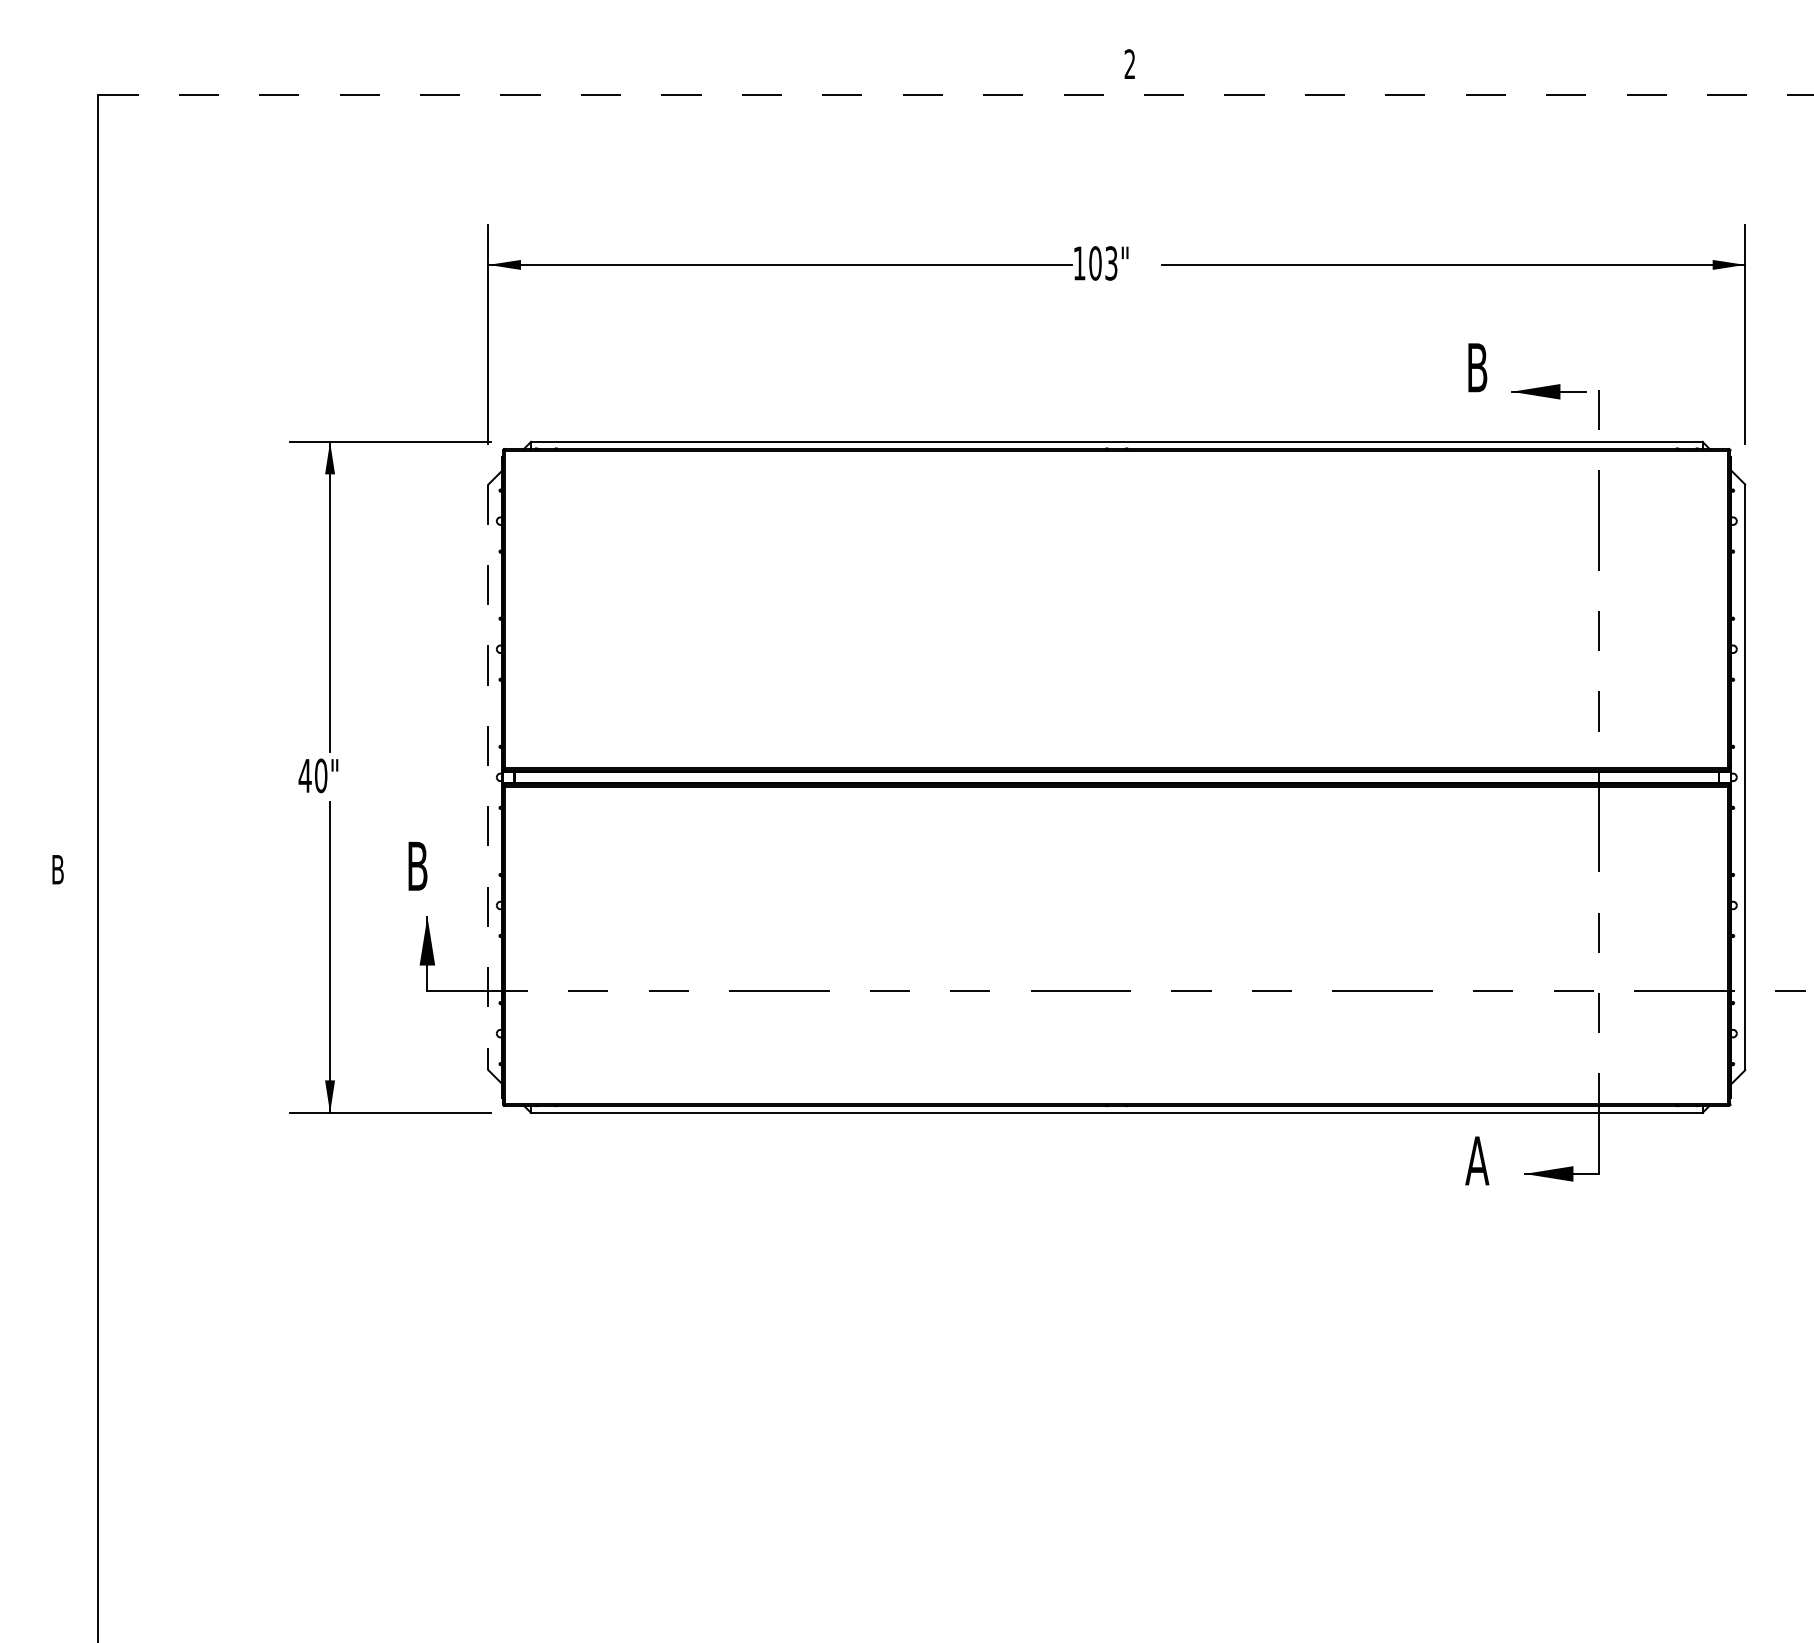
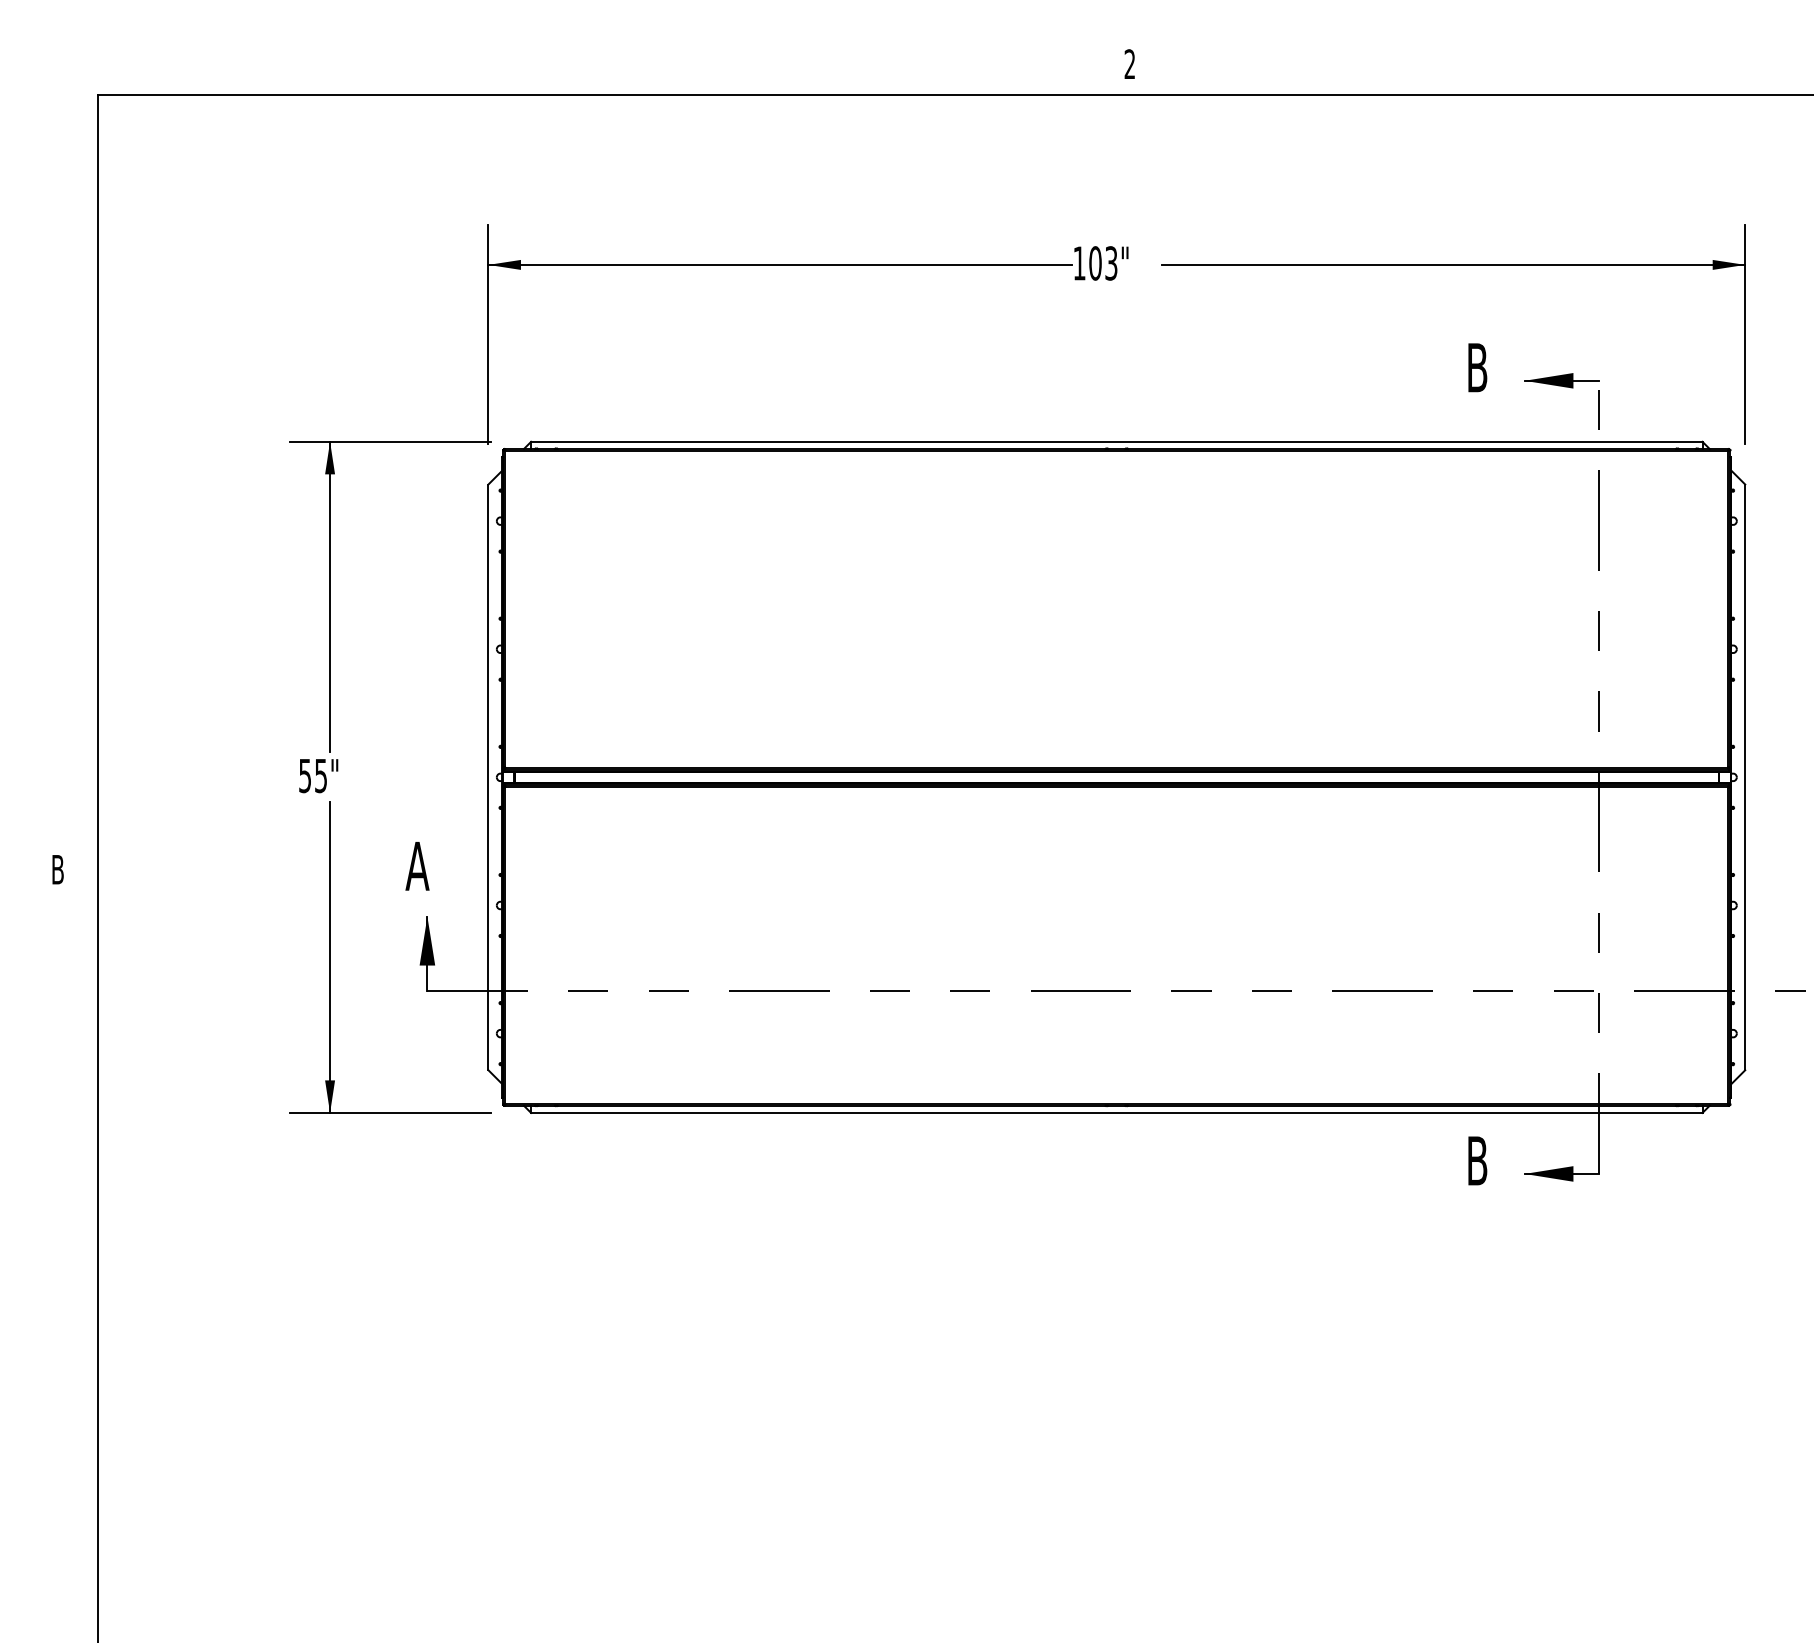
line at (956, 95): dashed -> solid
part at (1548, 391) position: (1548, 391) -> (1561, 380)
text at (312, 775): 40" -> 55"
line at (488, 777): dashed -> solid
text at (417, 865): B -> A
text at (1477, 1160): A -> B
